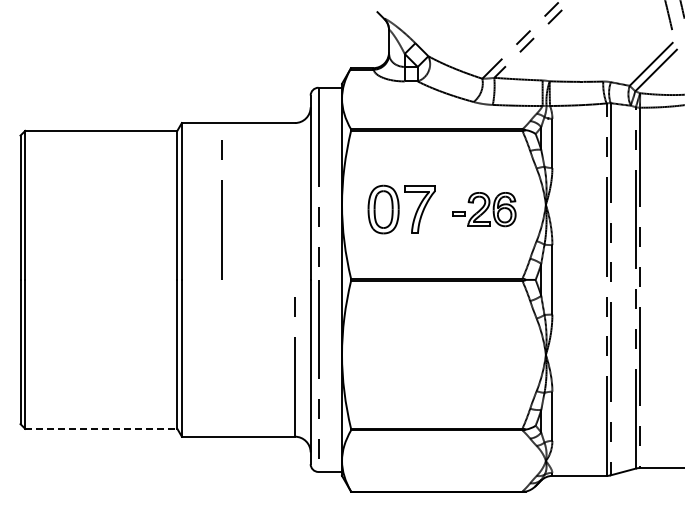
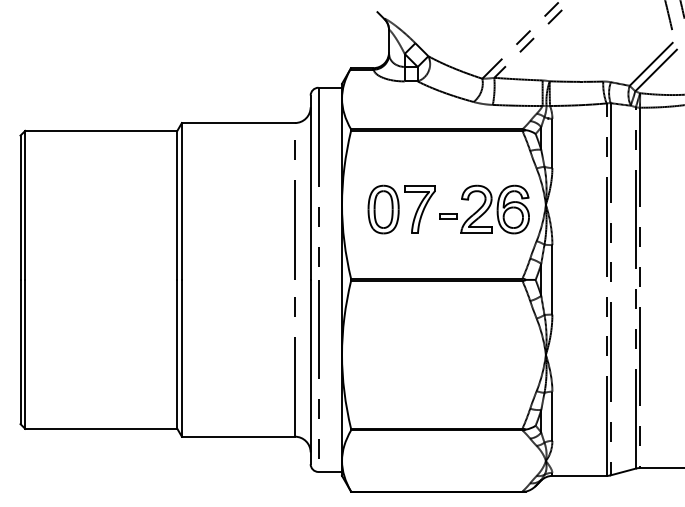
line at (221, 209) position: (221, 209) -> (294, 209)
part at (484, 209) size: 65x36 px -> 91x51 px
line at (101, 428): dashed -> solid
